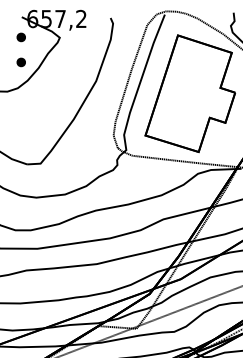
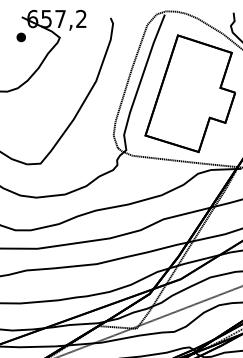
part at (20, 62): present -> none
